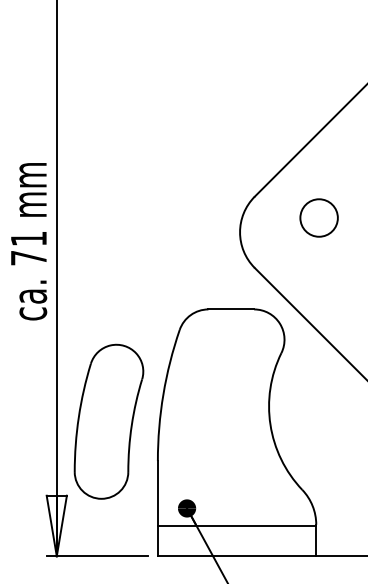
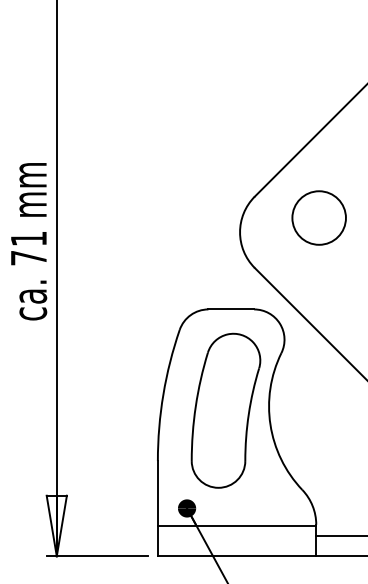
circle at (318, 217) size: 40x40 px -> 56x56 px
part at (108, 421) position: (108, 421) -> (225, 410)
line at (340, 536): none -> present
